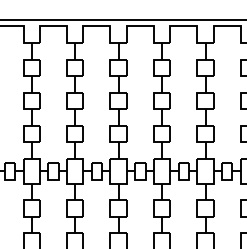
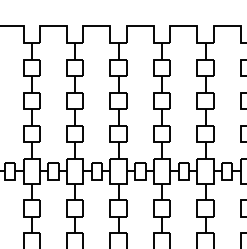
line at (122, 20): present -> none
